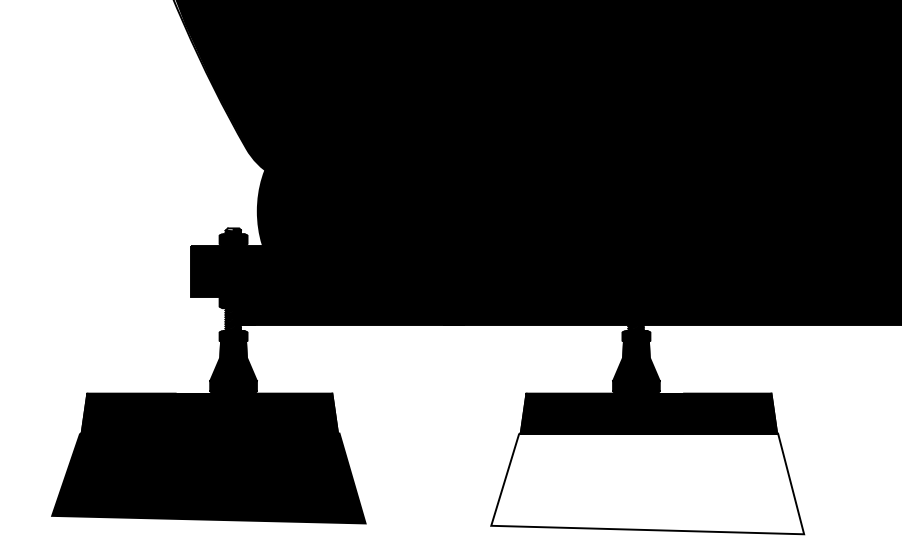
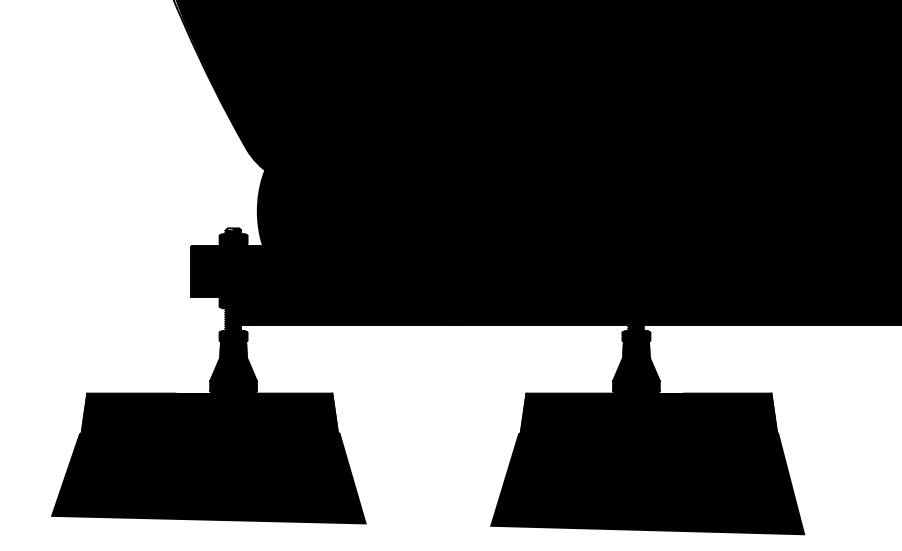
fill at (647, 483): none -> present
